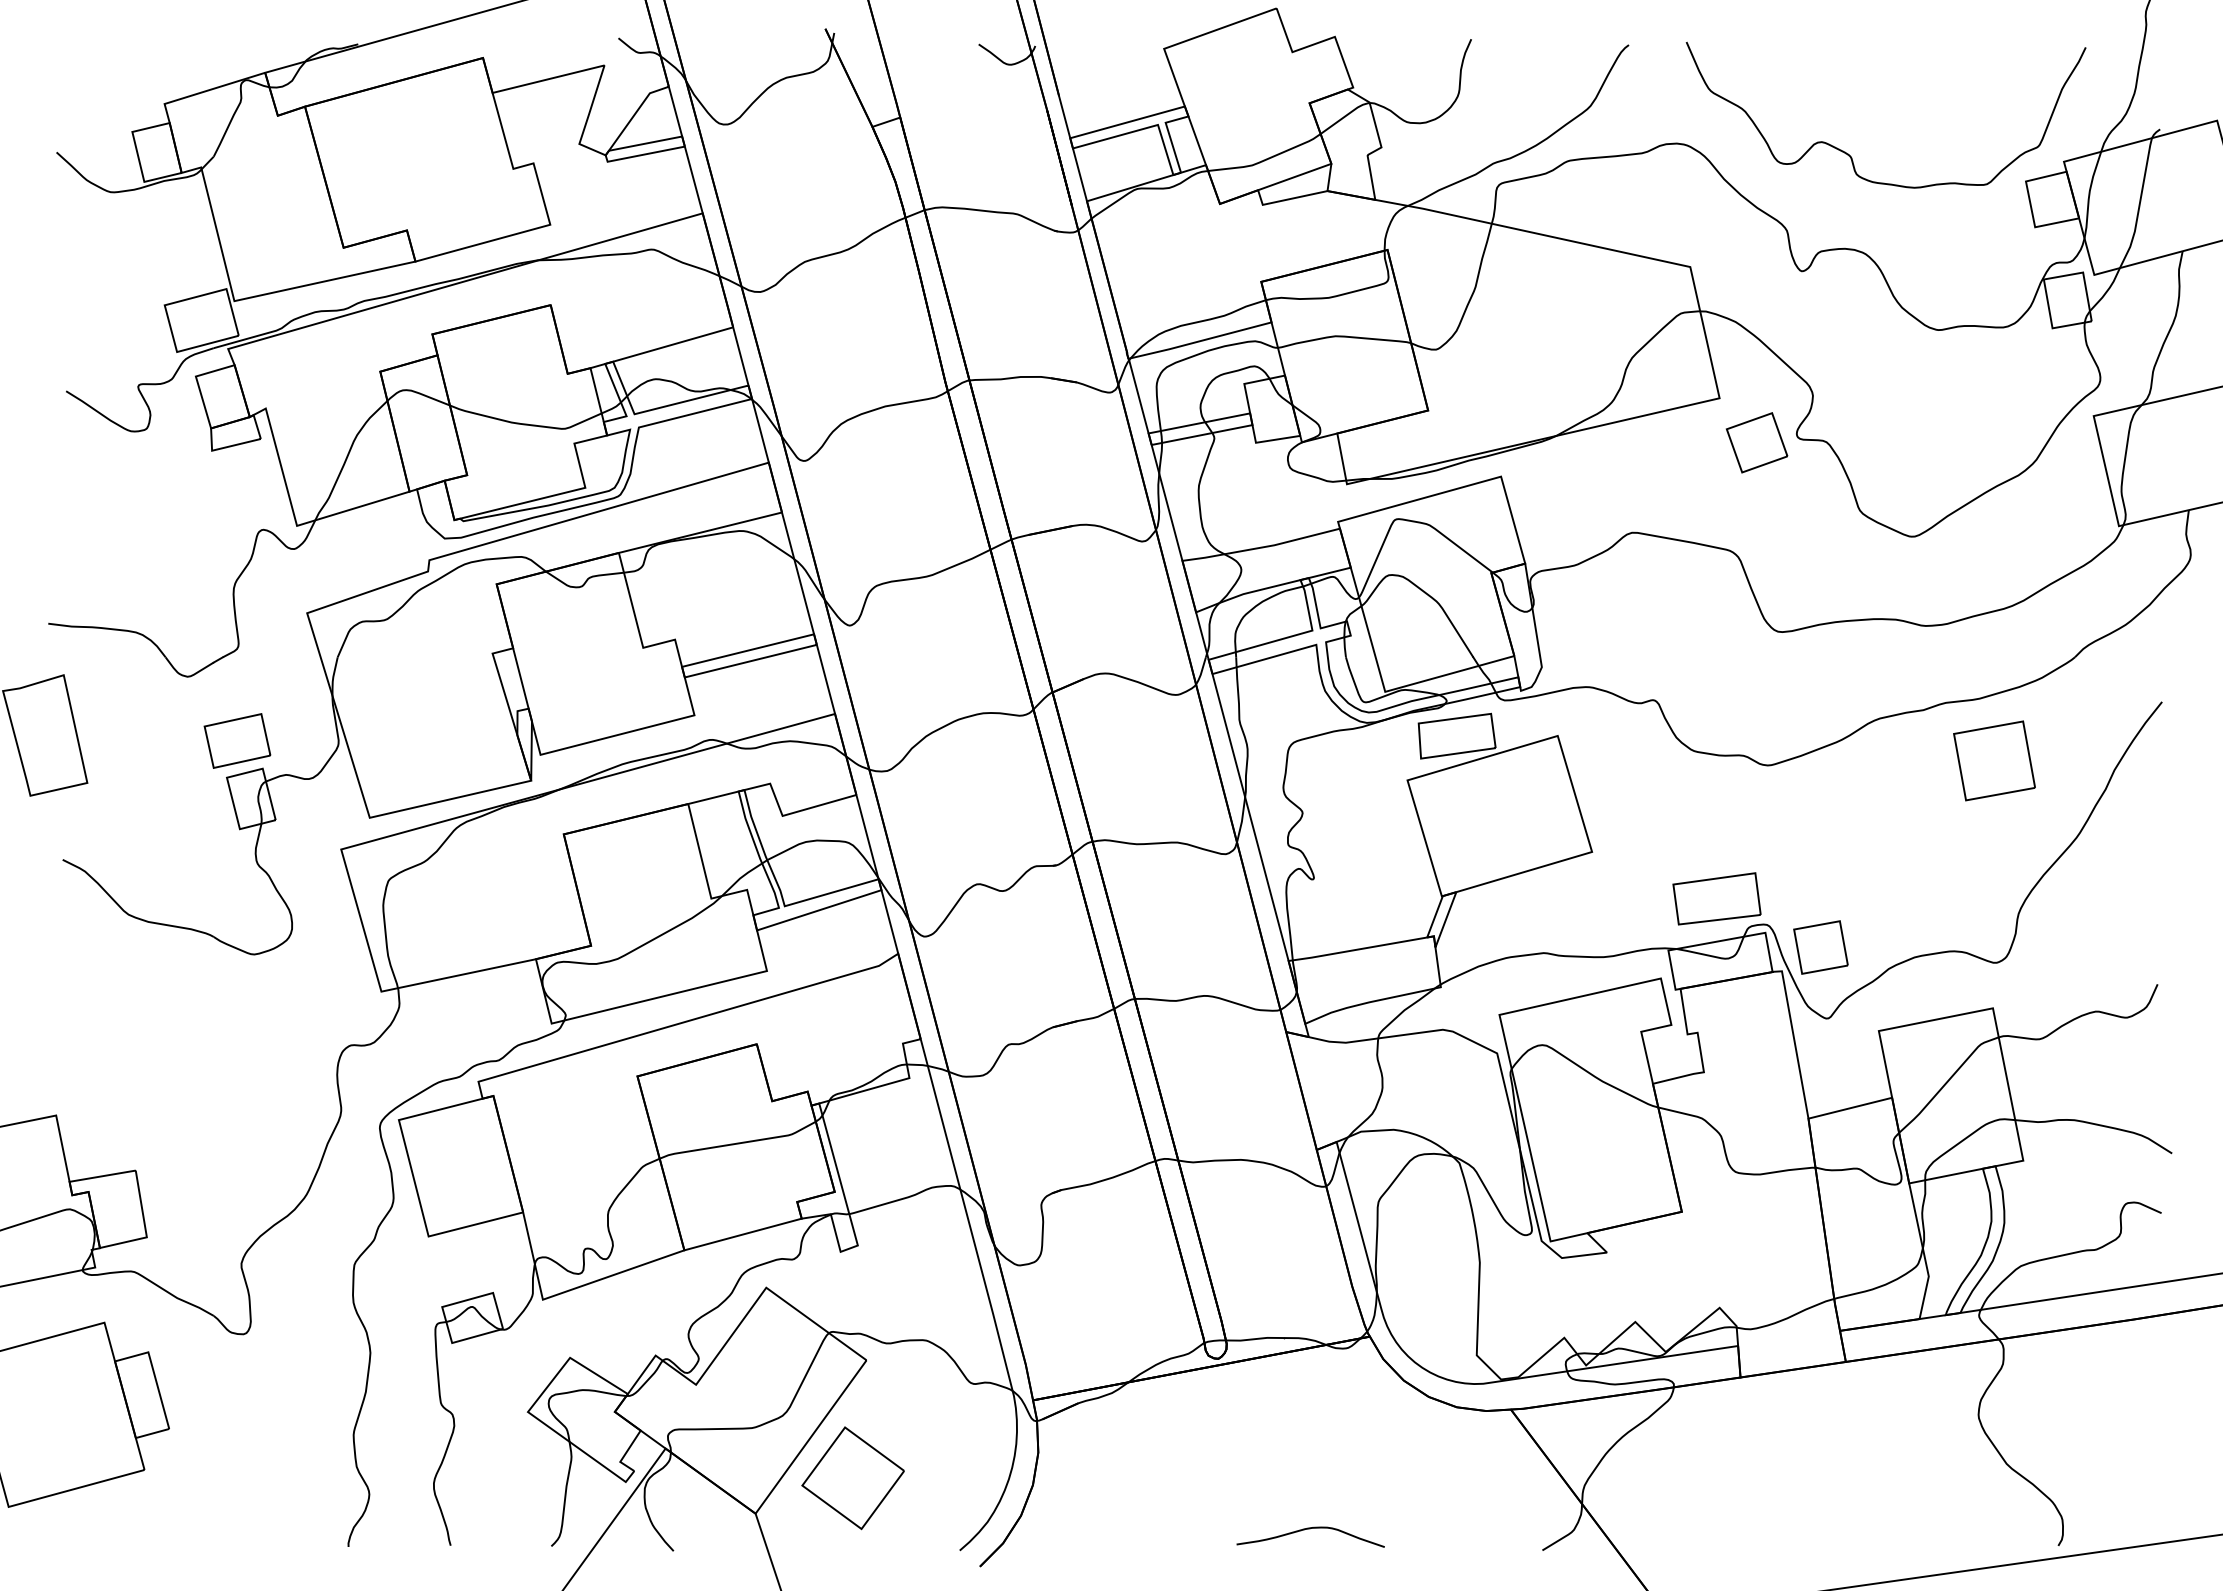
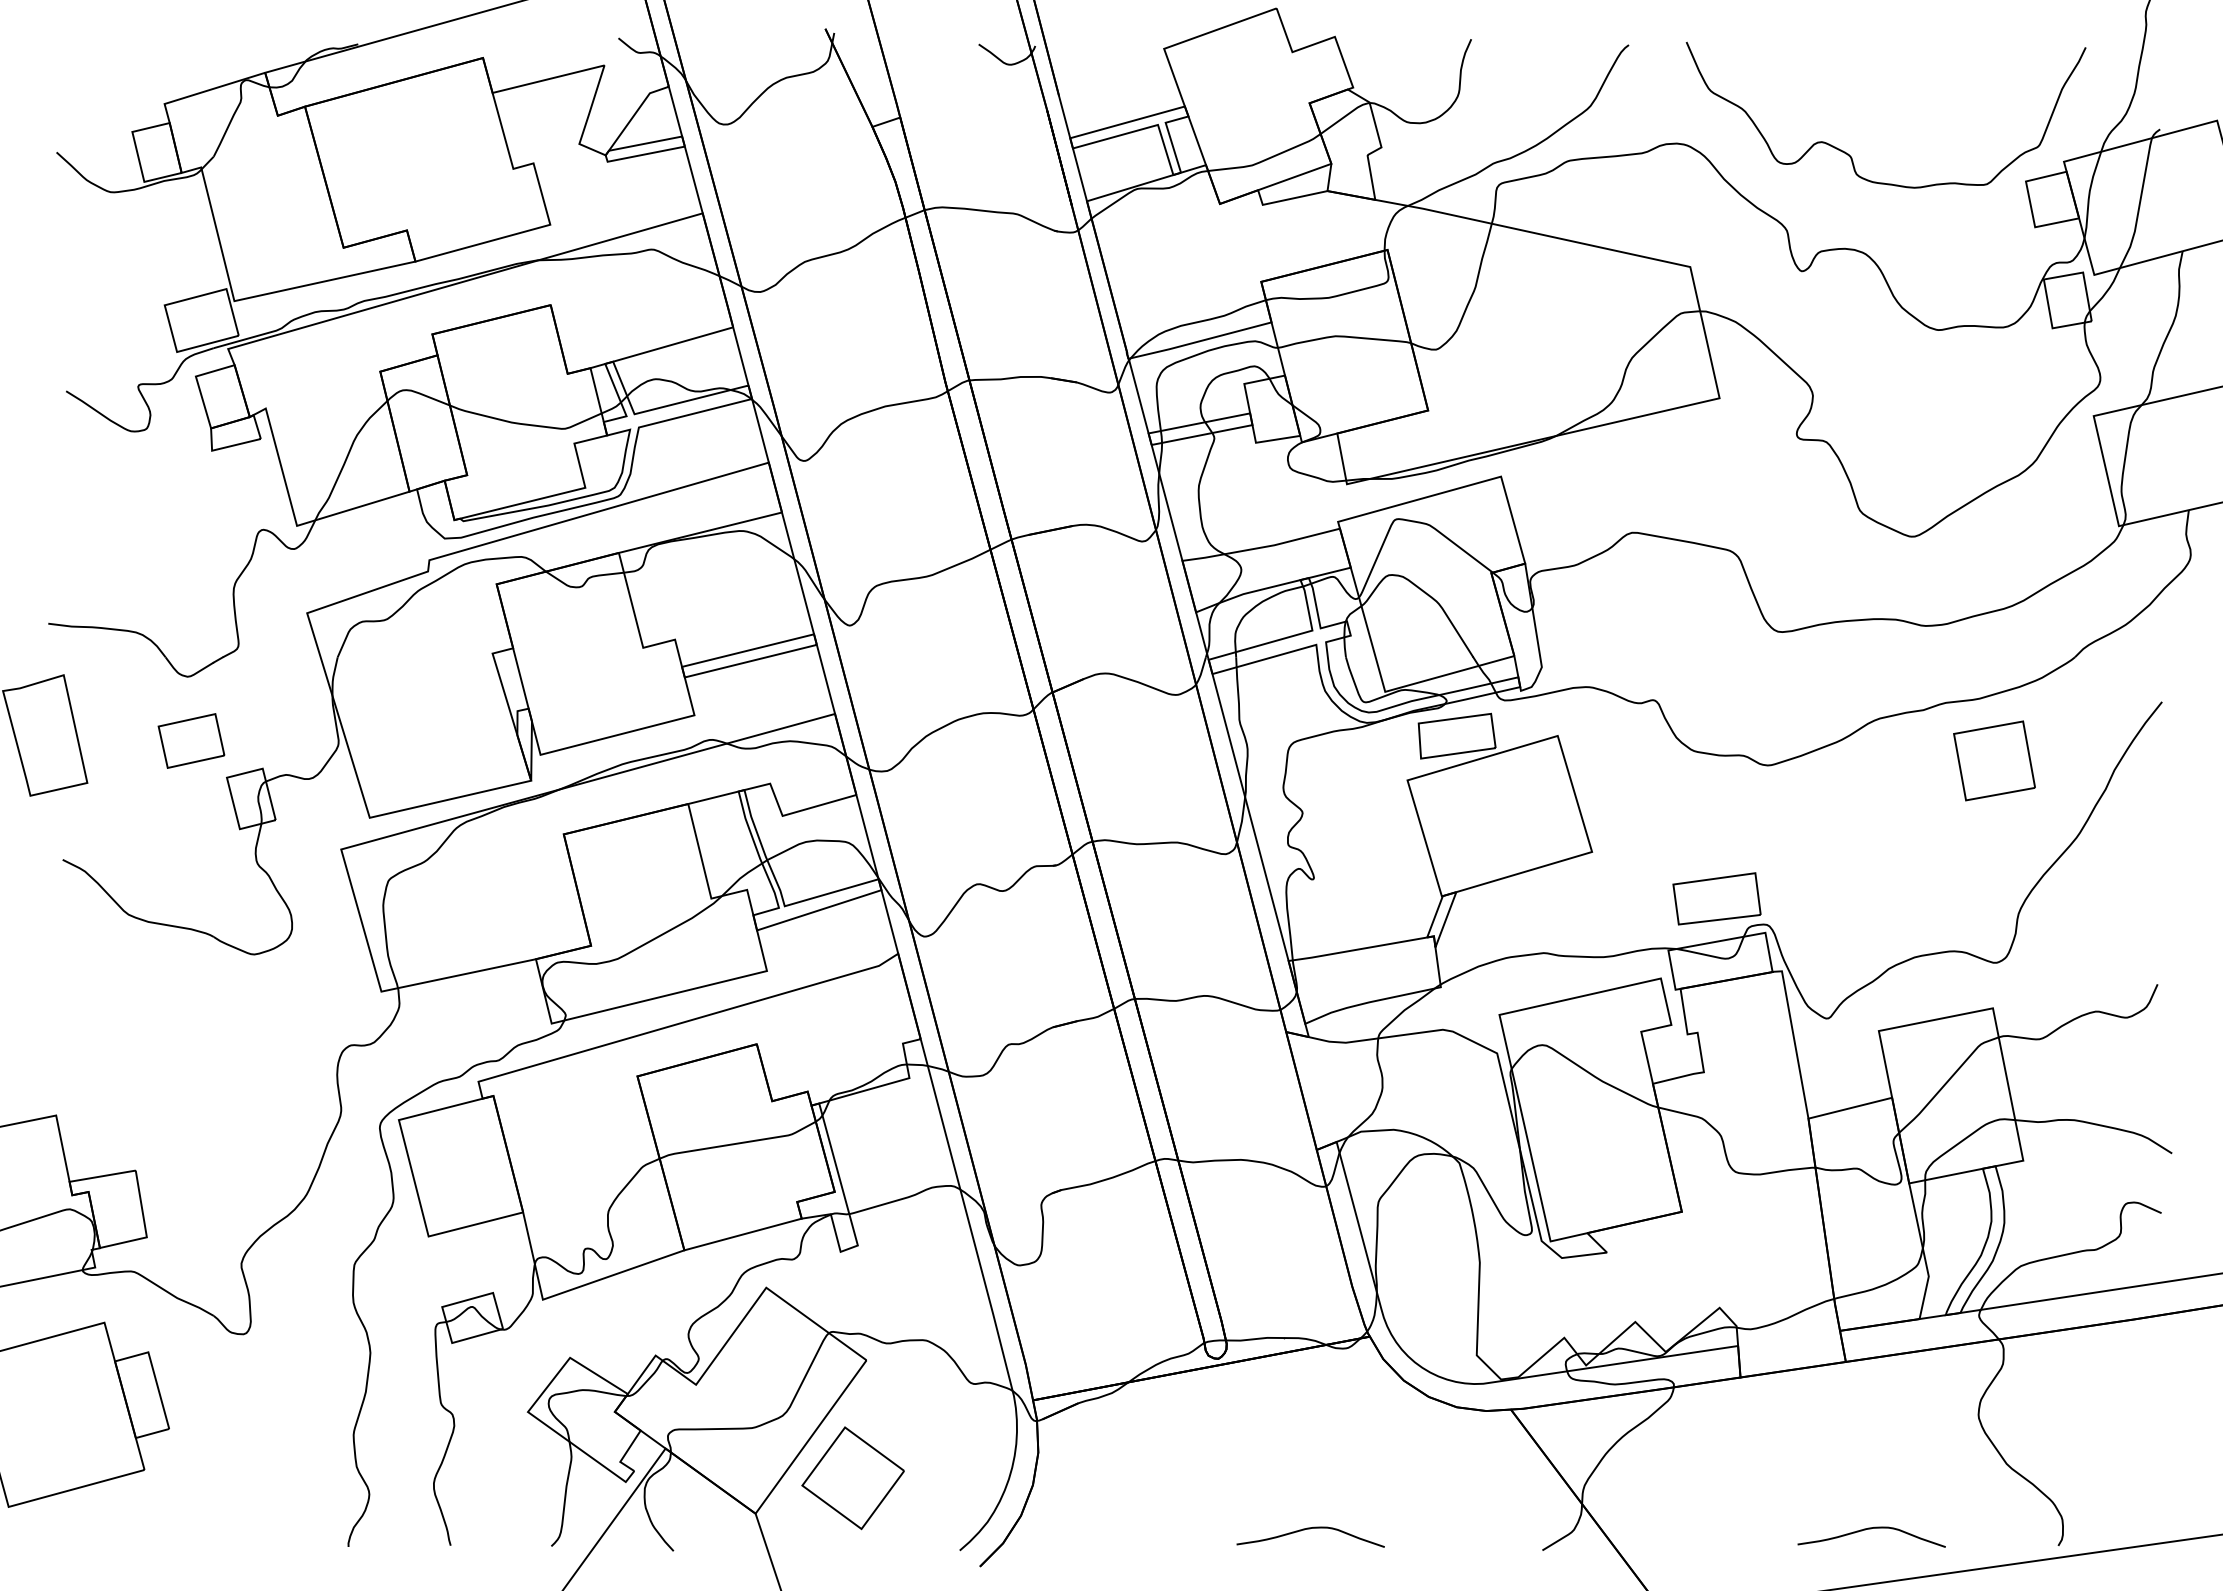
part at (1756, 442): present -> none
part at (237, 740) position: (237, 740) -> (191, 740)
part at (1820, 947): present -> none
curve at (1871, 1529): none -> present
